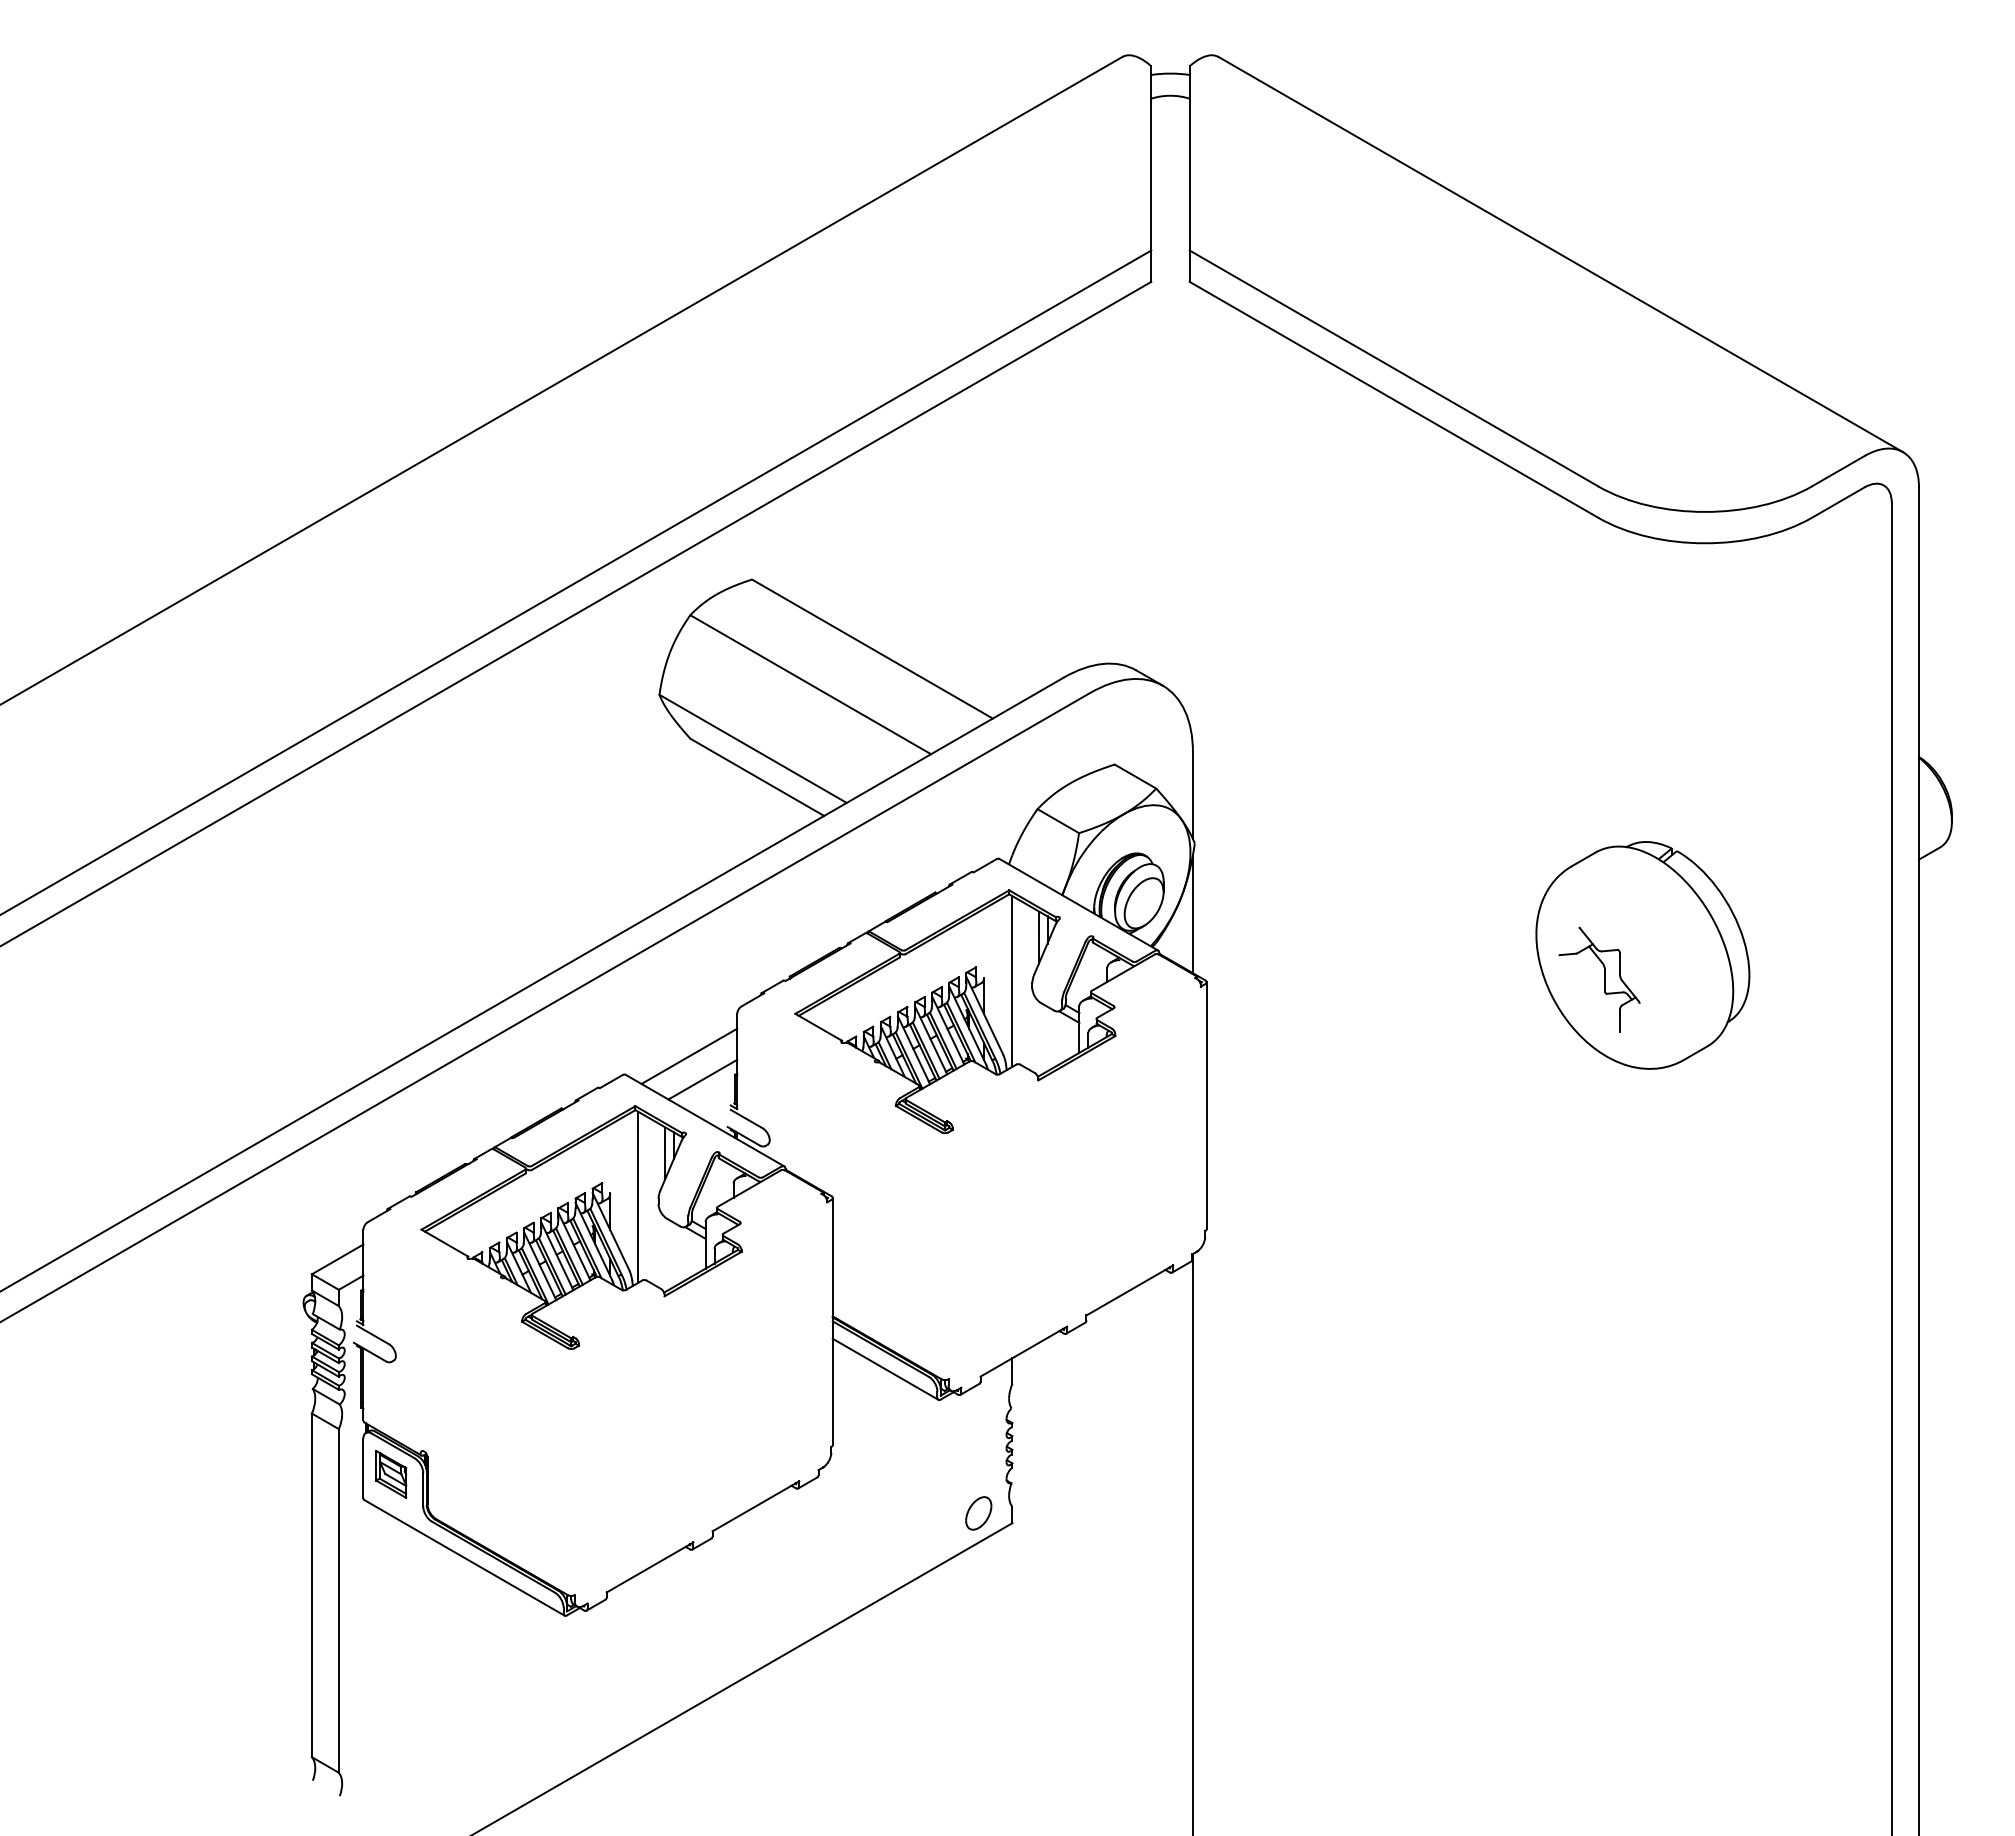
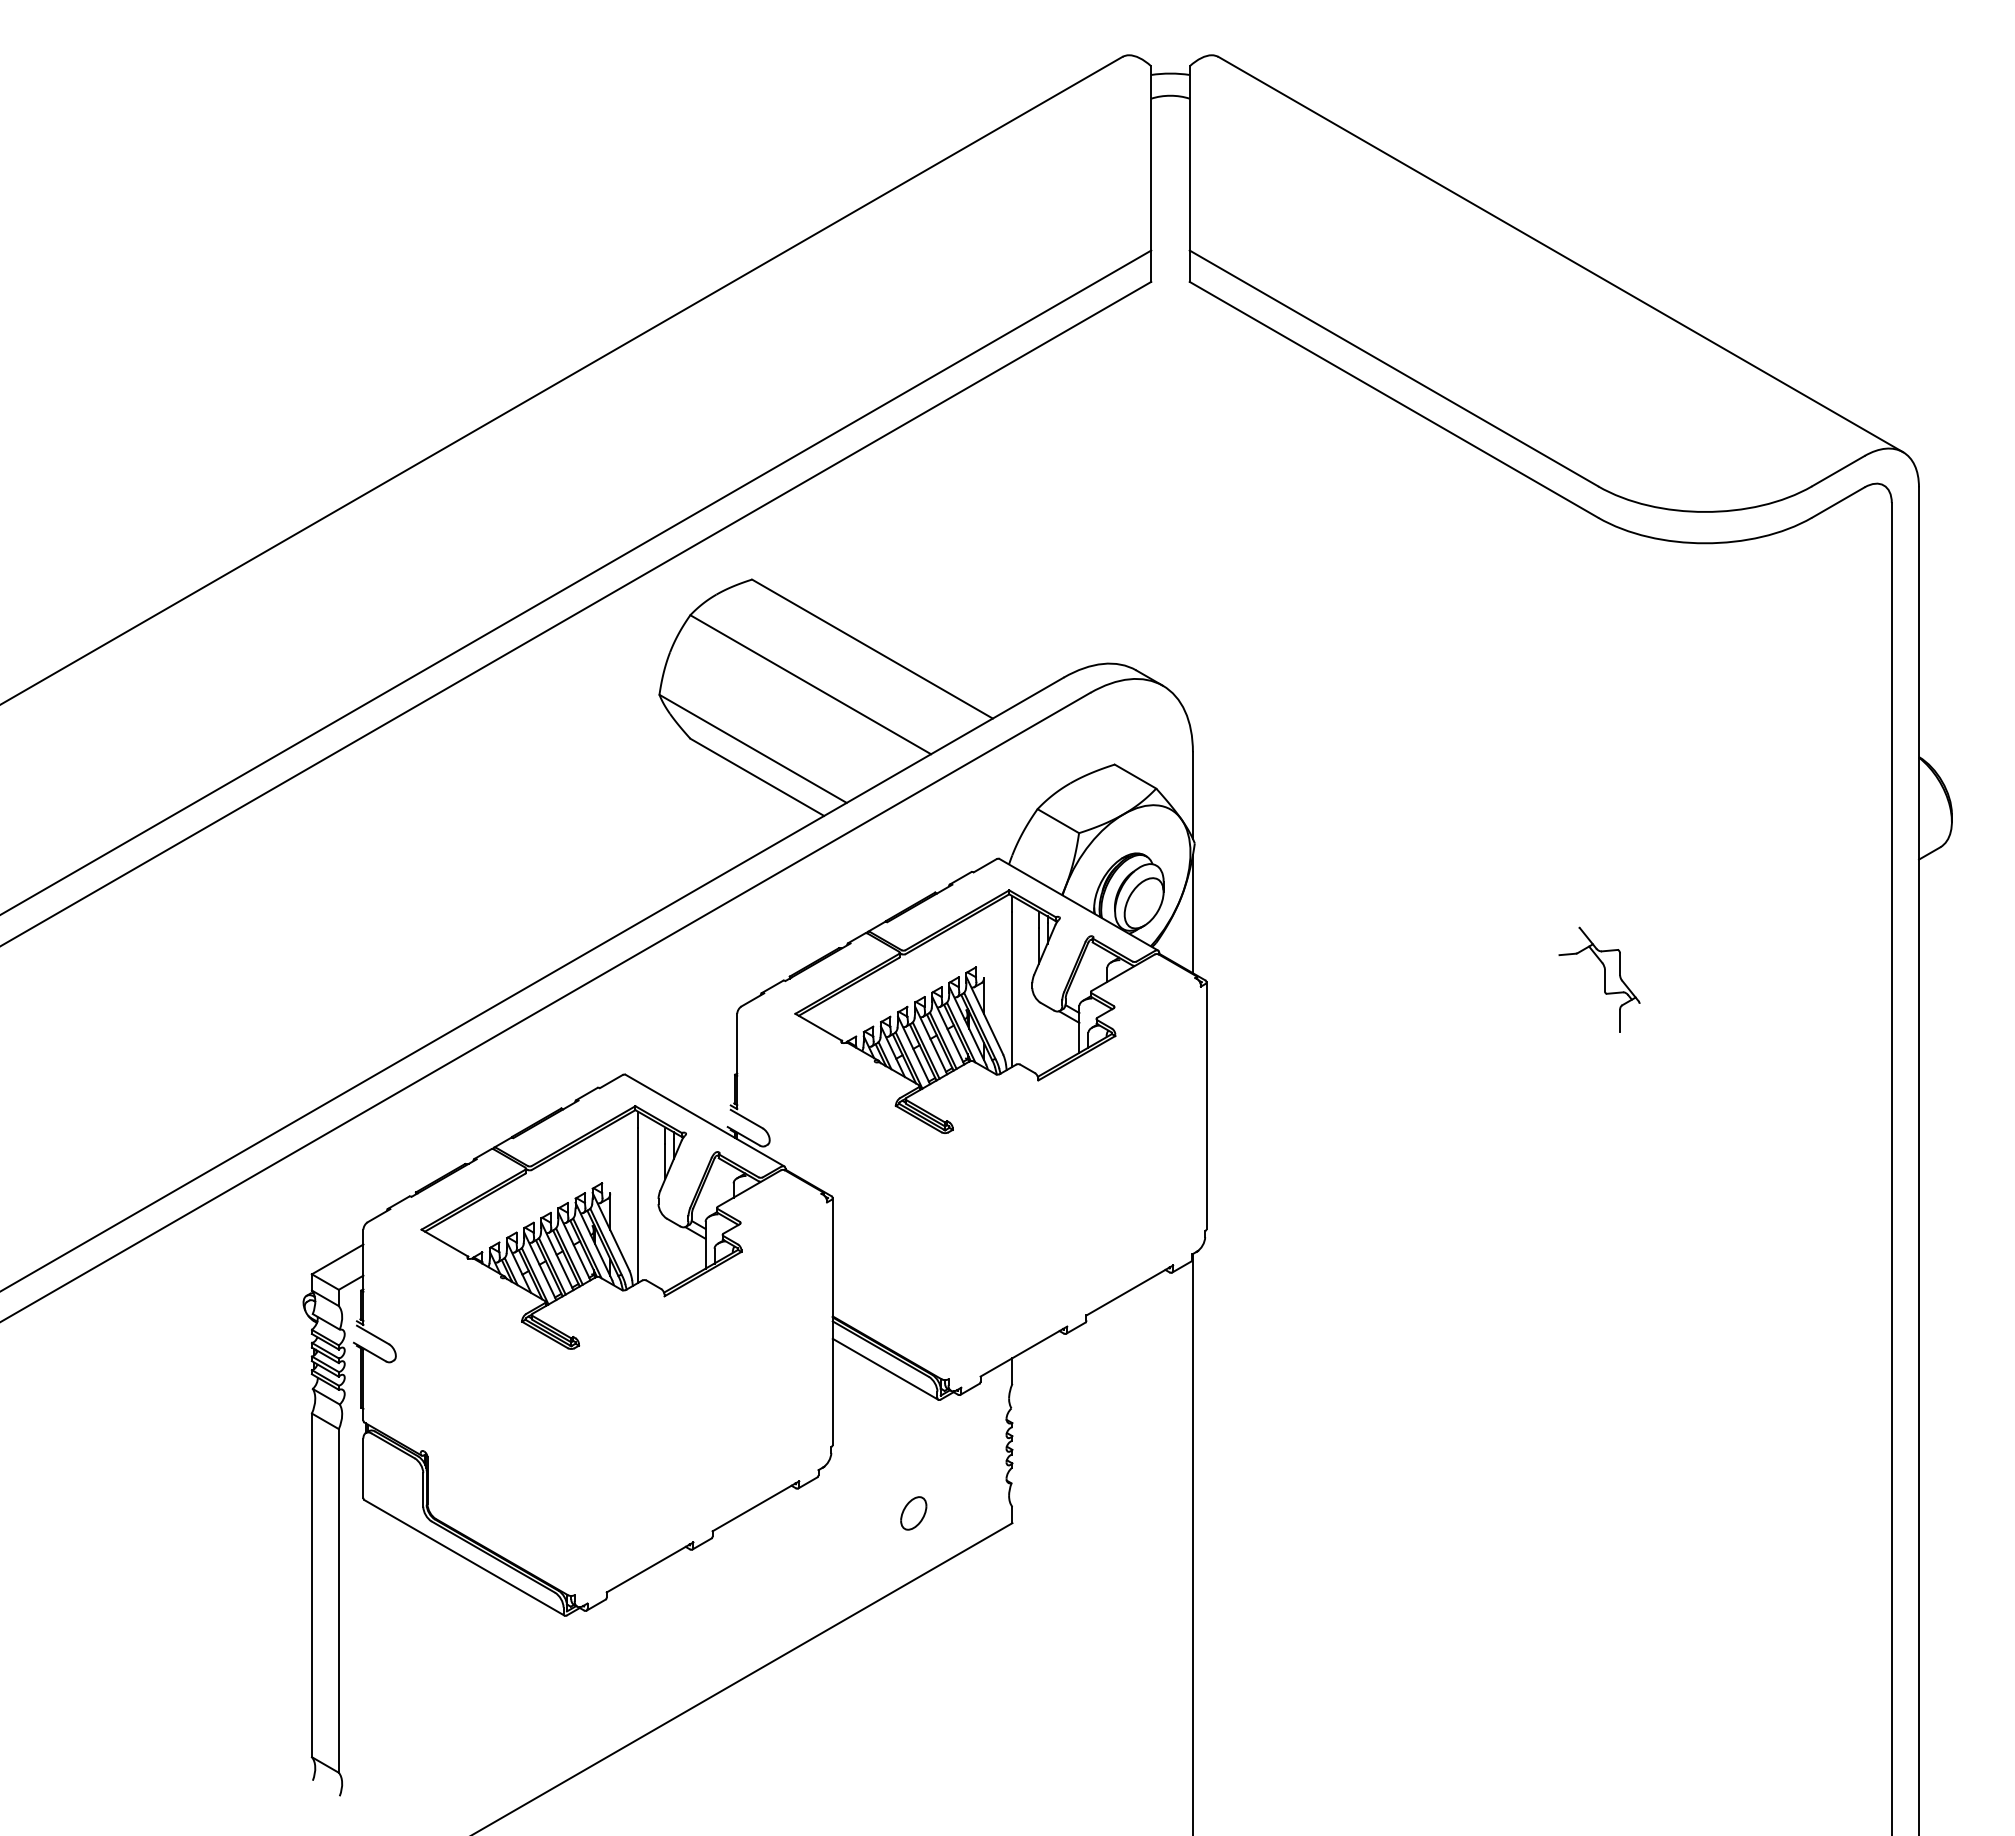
part at (1642, 955): present -> none
line at (689, 1055): present -> none
line at (702, 1079): present -> none
part at (391, 1474): present -> none
part at (978, 1513) position: (978, 1513) -> (913, 1513)
